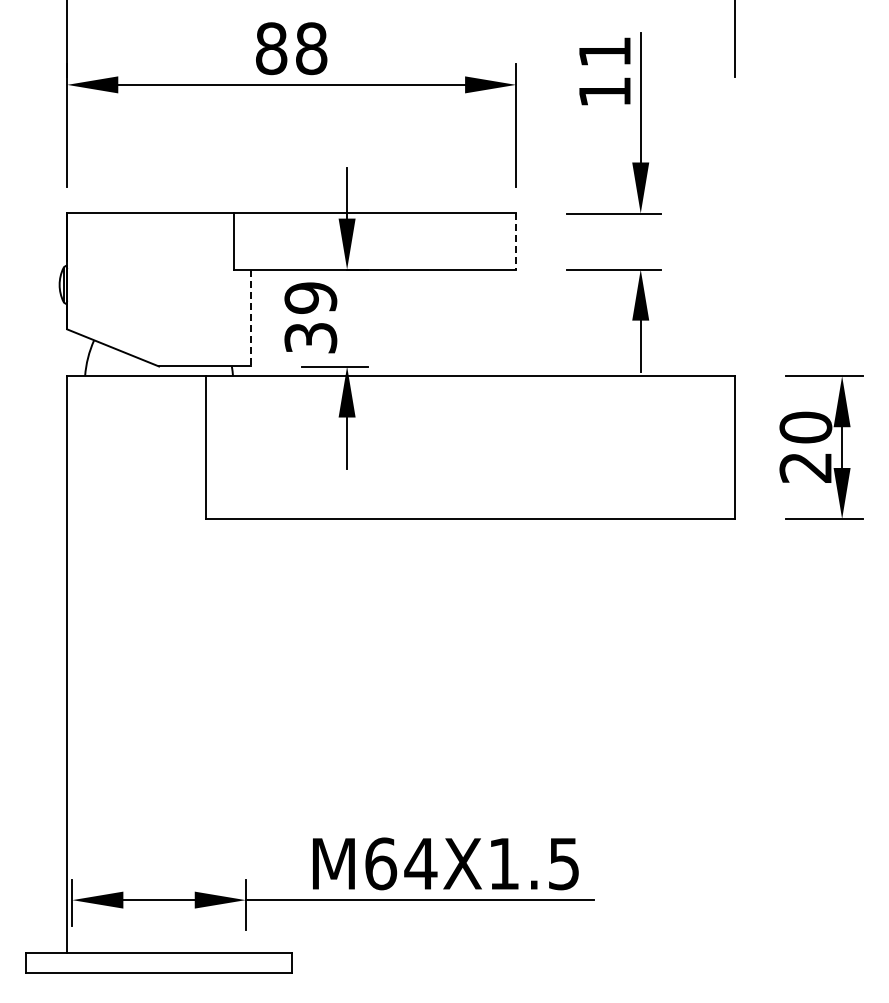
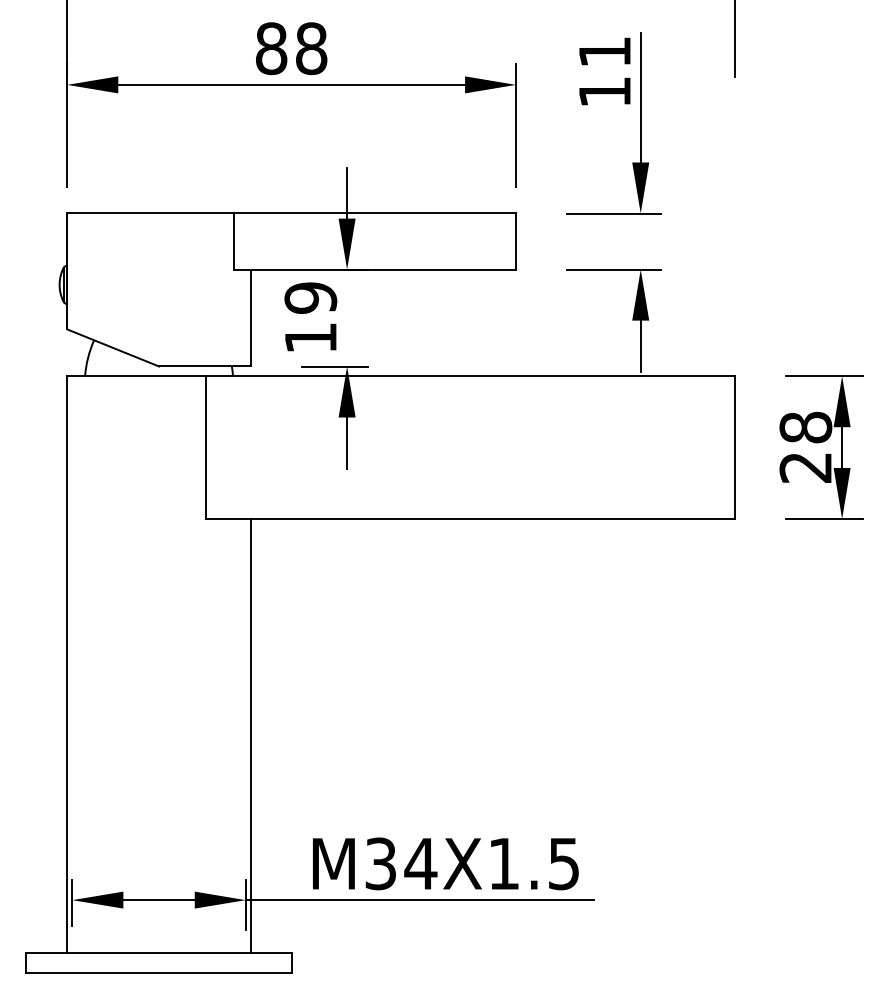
line at (516, 242): dashed -> solid
line at (250, 318): dashed -> solid
text at (310, 338): 39 -> 19
text at (805, 427): 20 -> 28
line at (250, 735): none -> present
text at (381, 863): M64X1.5 -> M34X1.5
